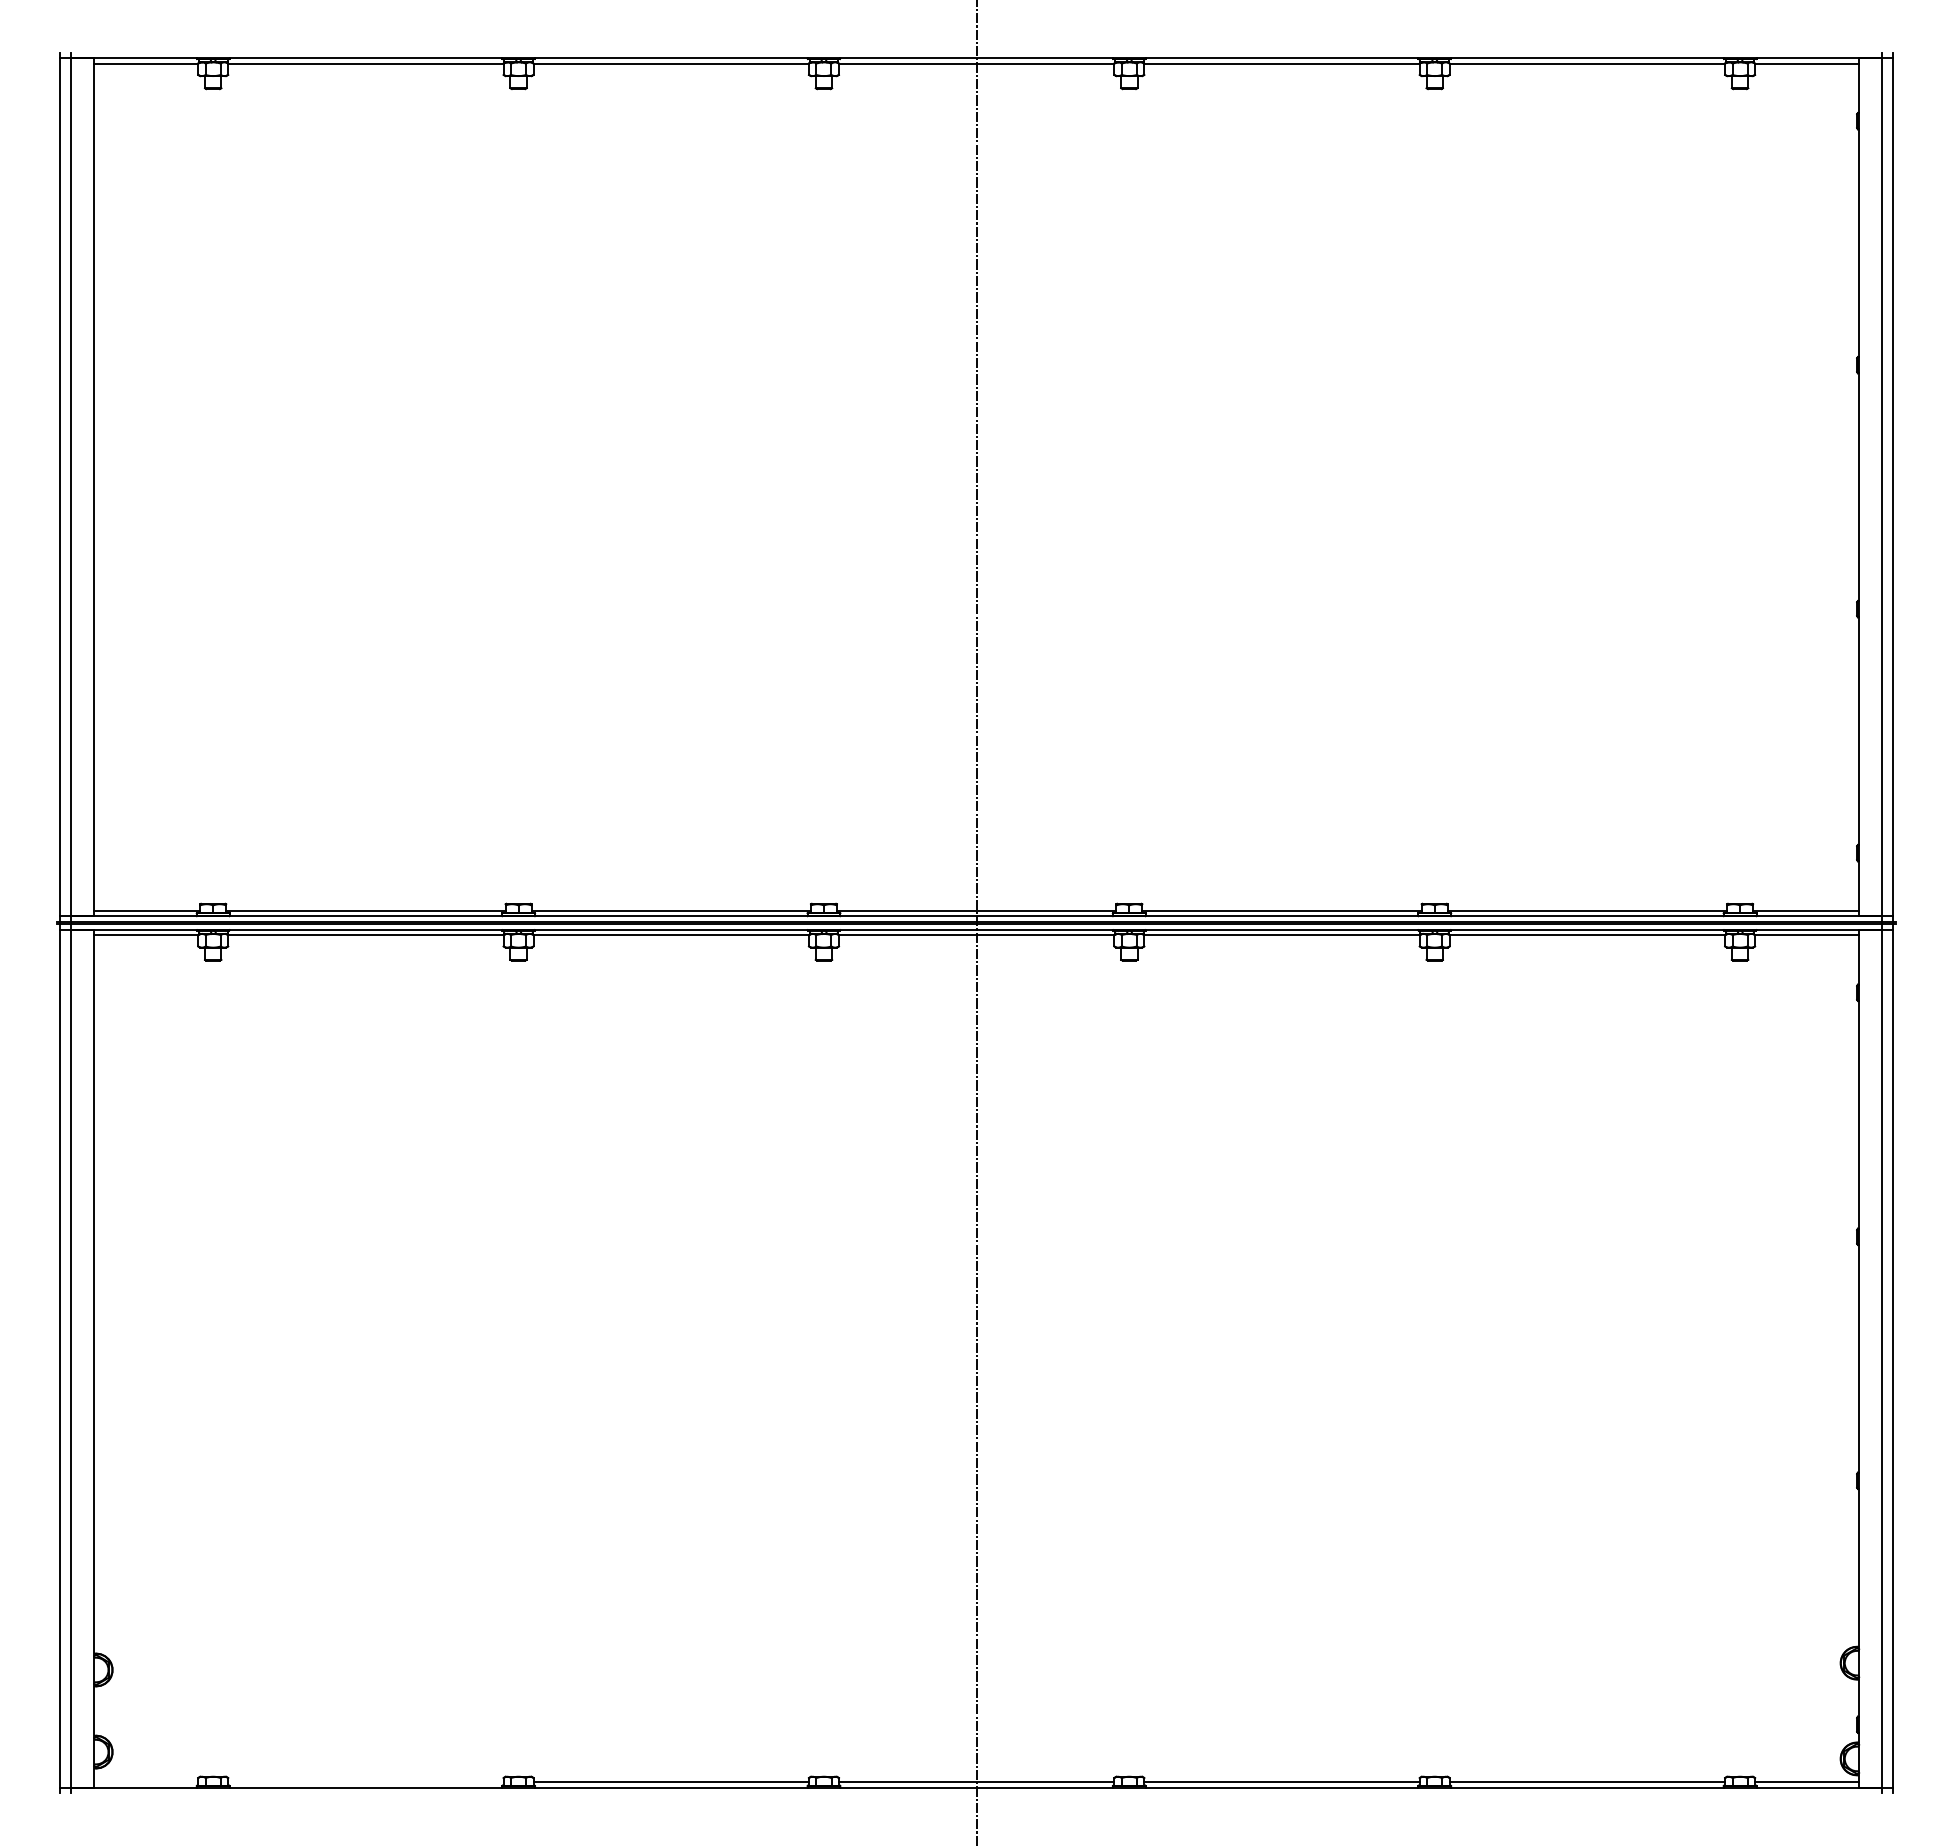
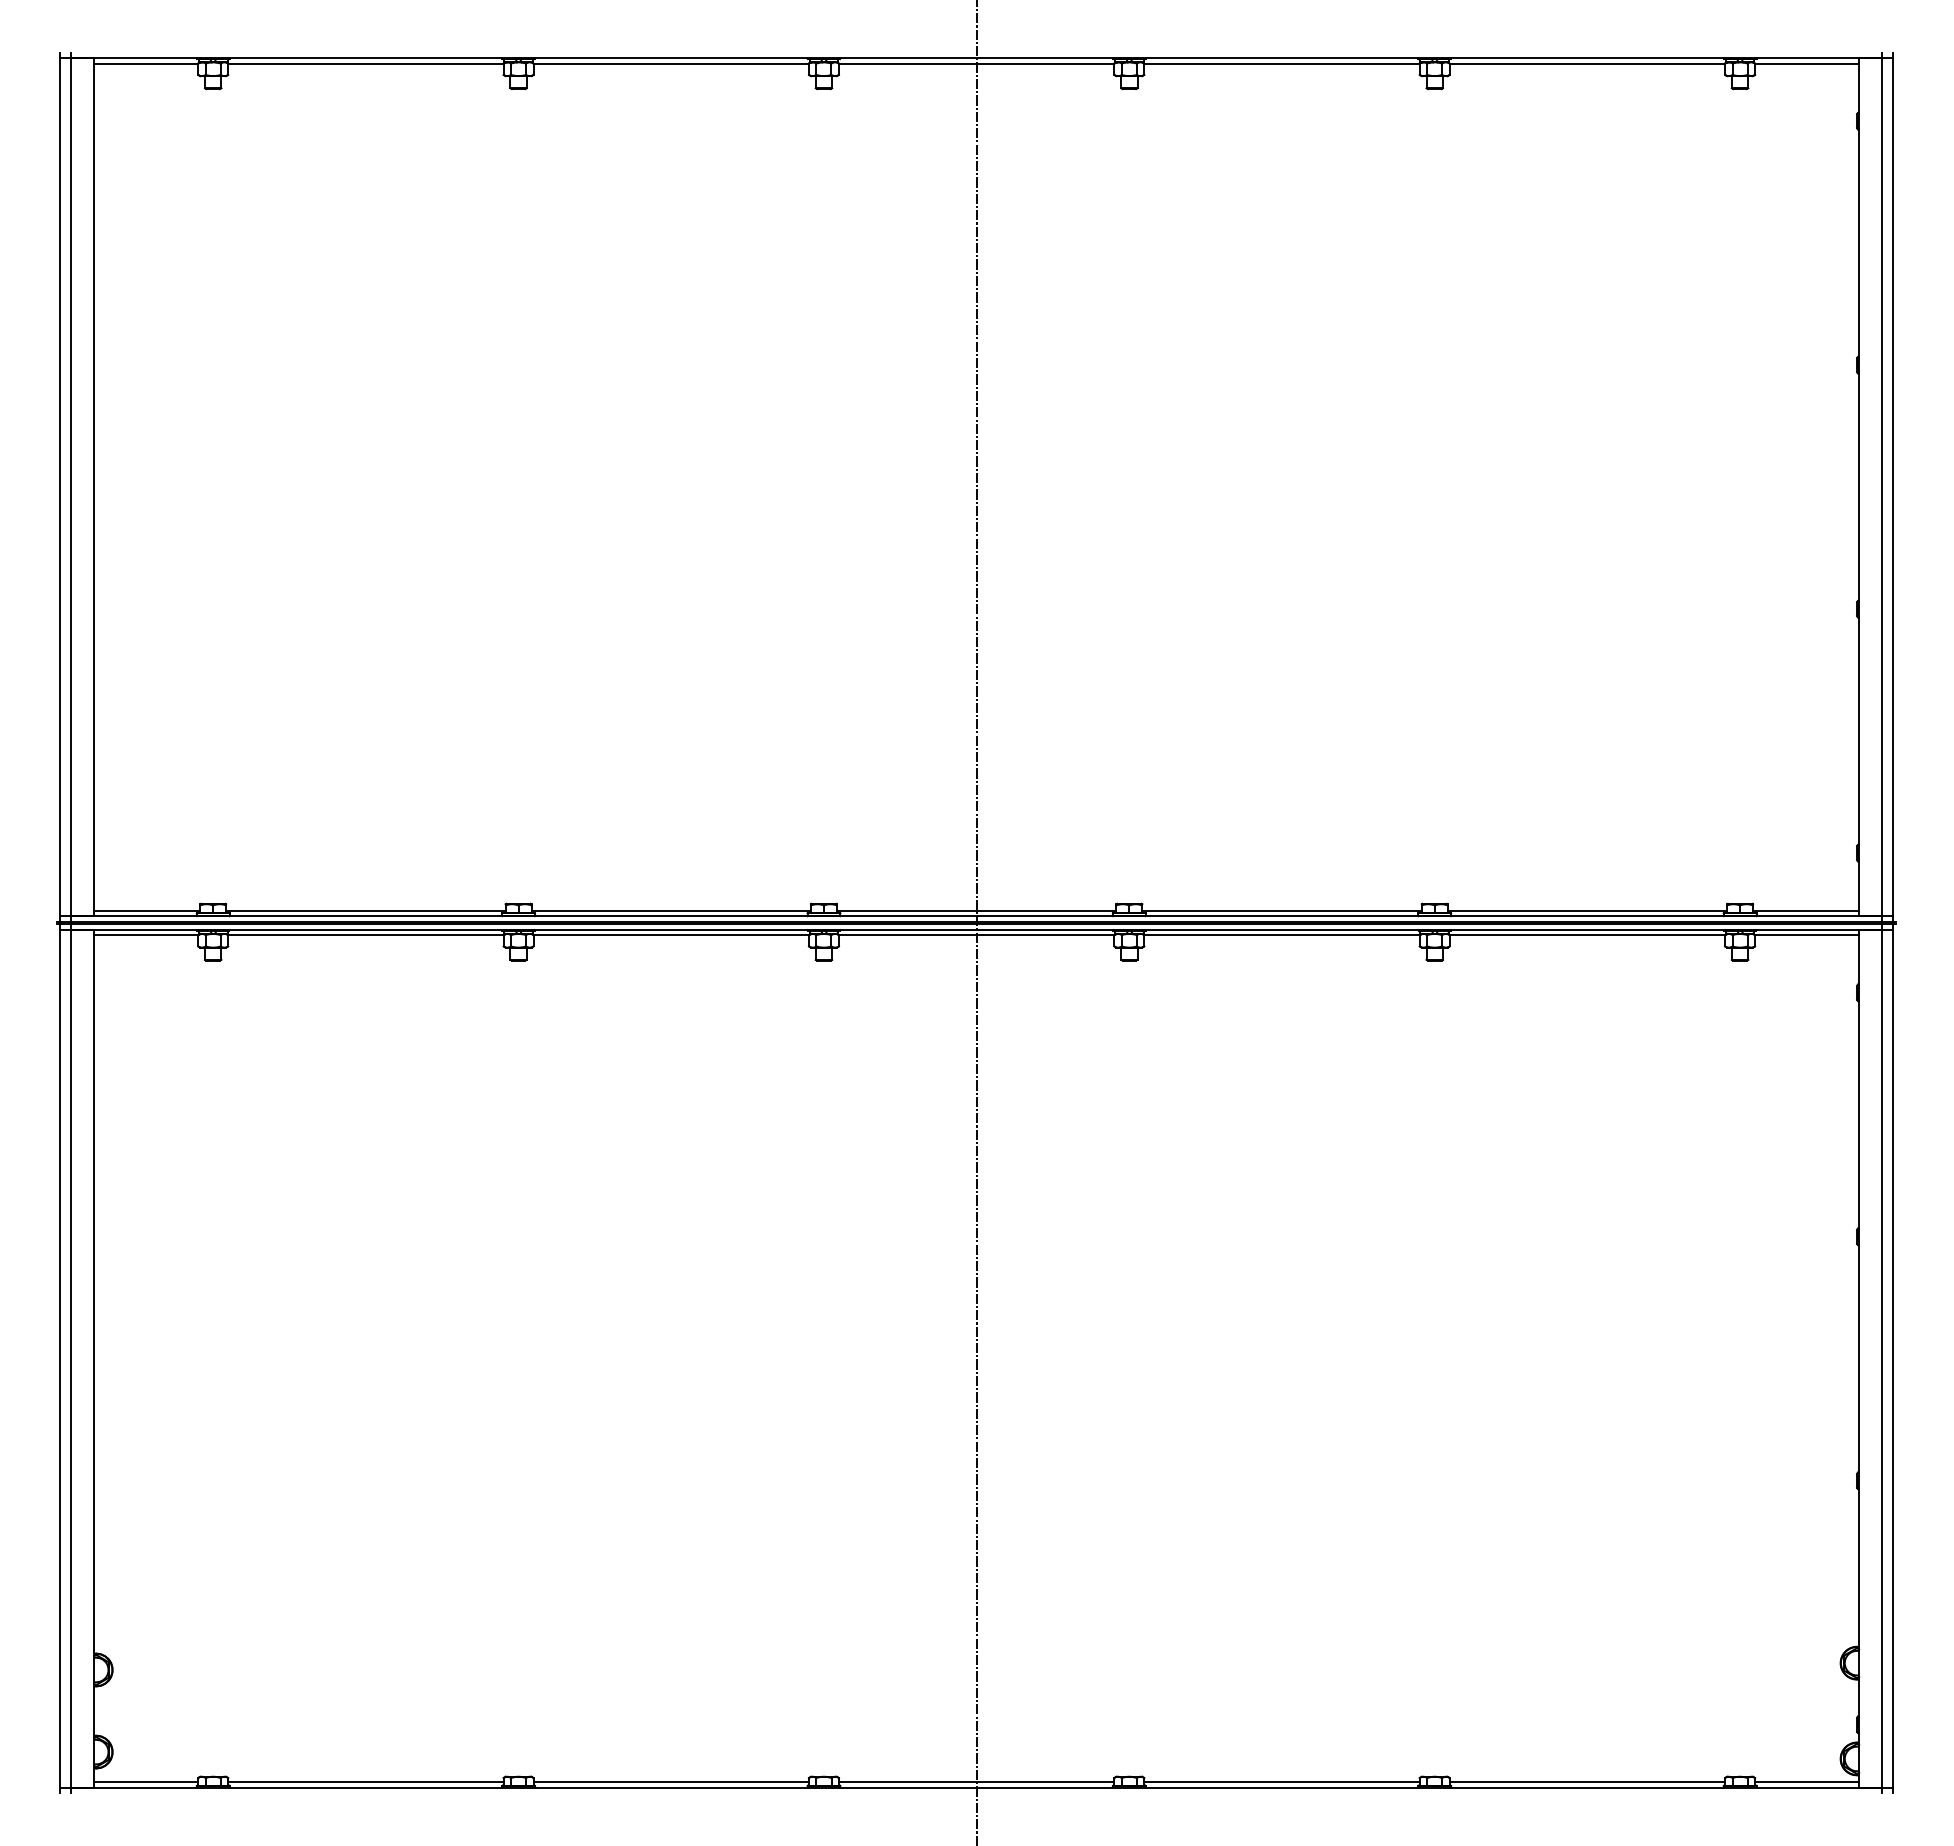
line at (146, 1782): none -> present
line at (365, 1782): none -> present
